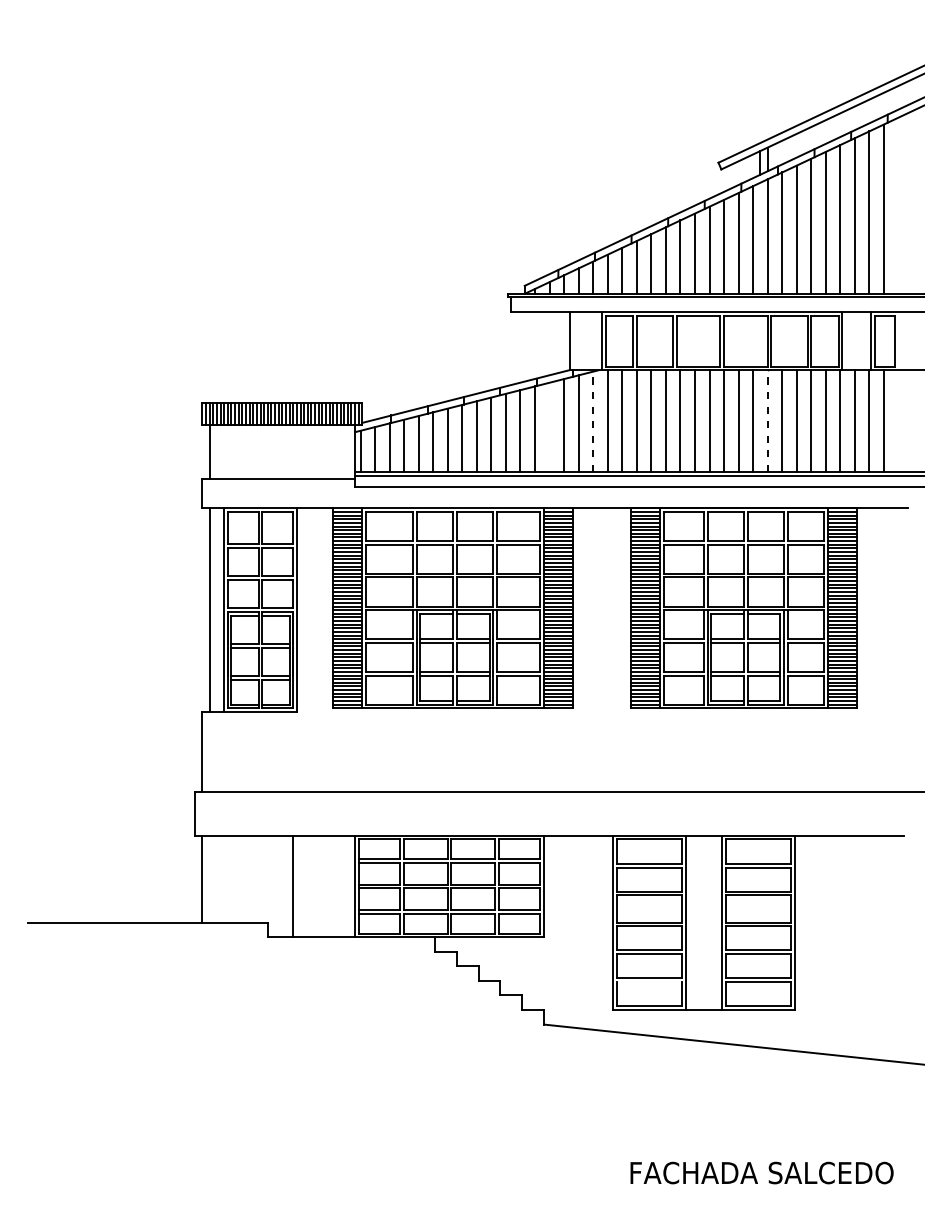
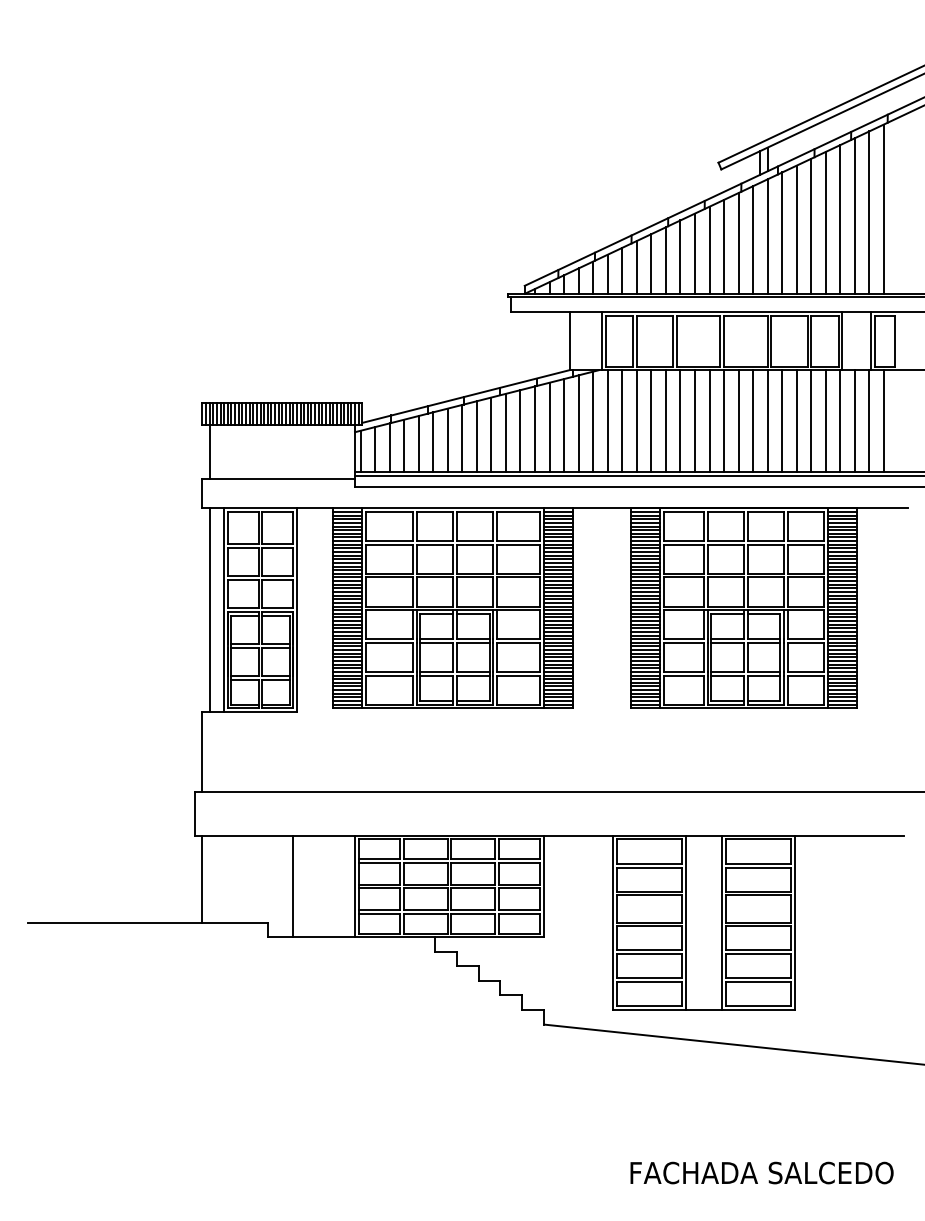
line at (593, 421): dashed -> solid
line at (767, 421): dashed -> solid
line at (549, 426): none -> present
line at (649, 981): none -> present
